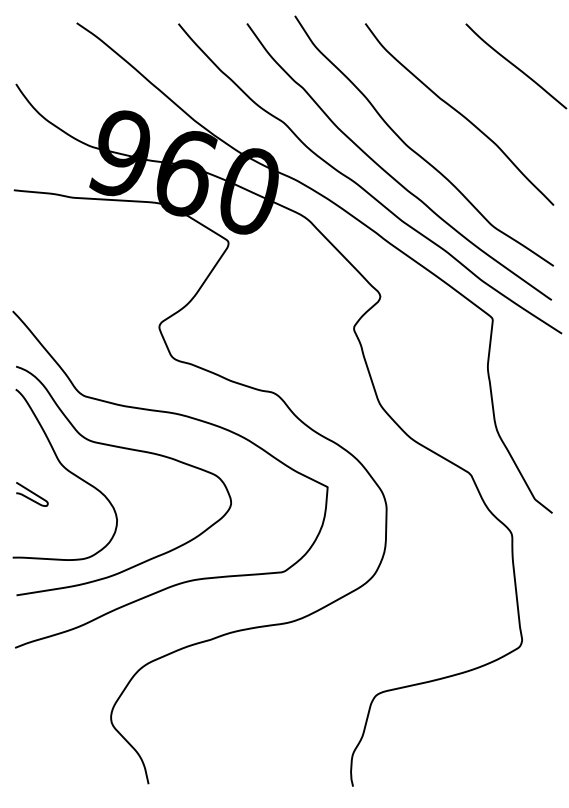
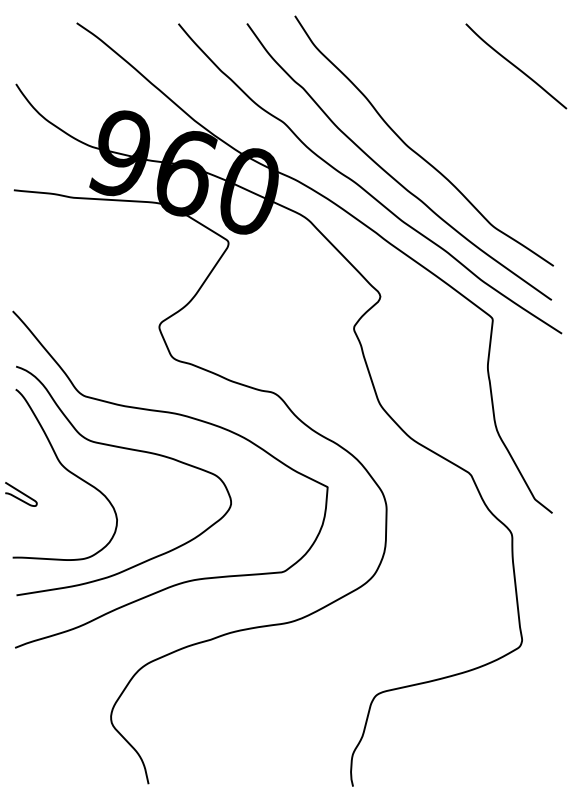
curve at (459, 114): present -> none
curve at (32, 493) position: (32, 493) -> (21, 493)
